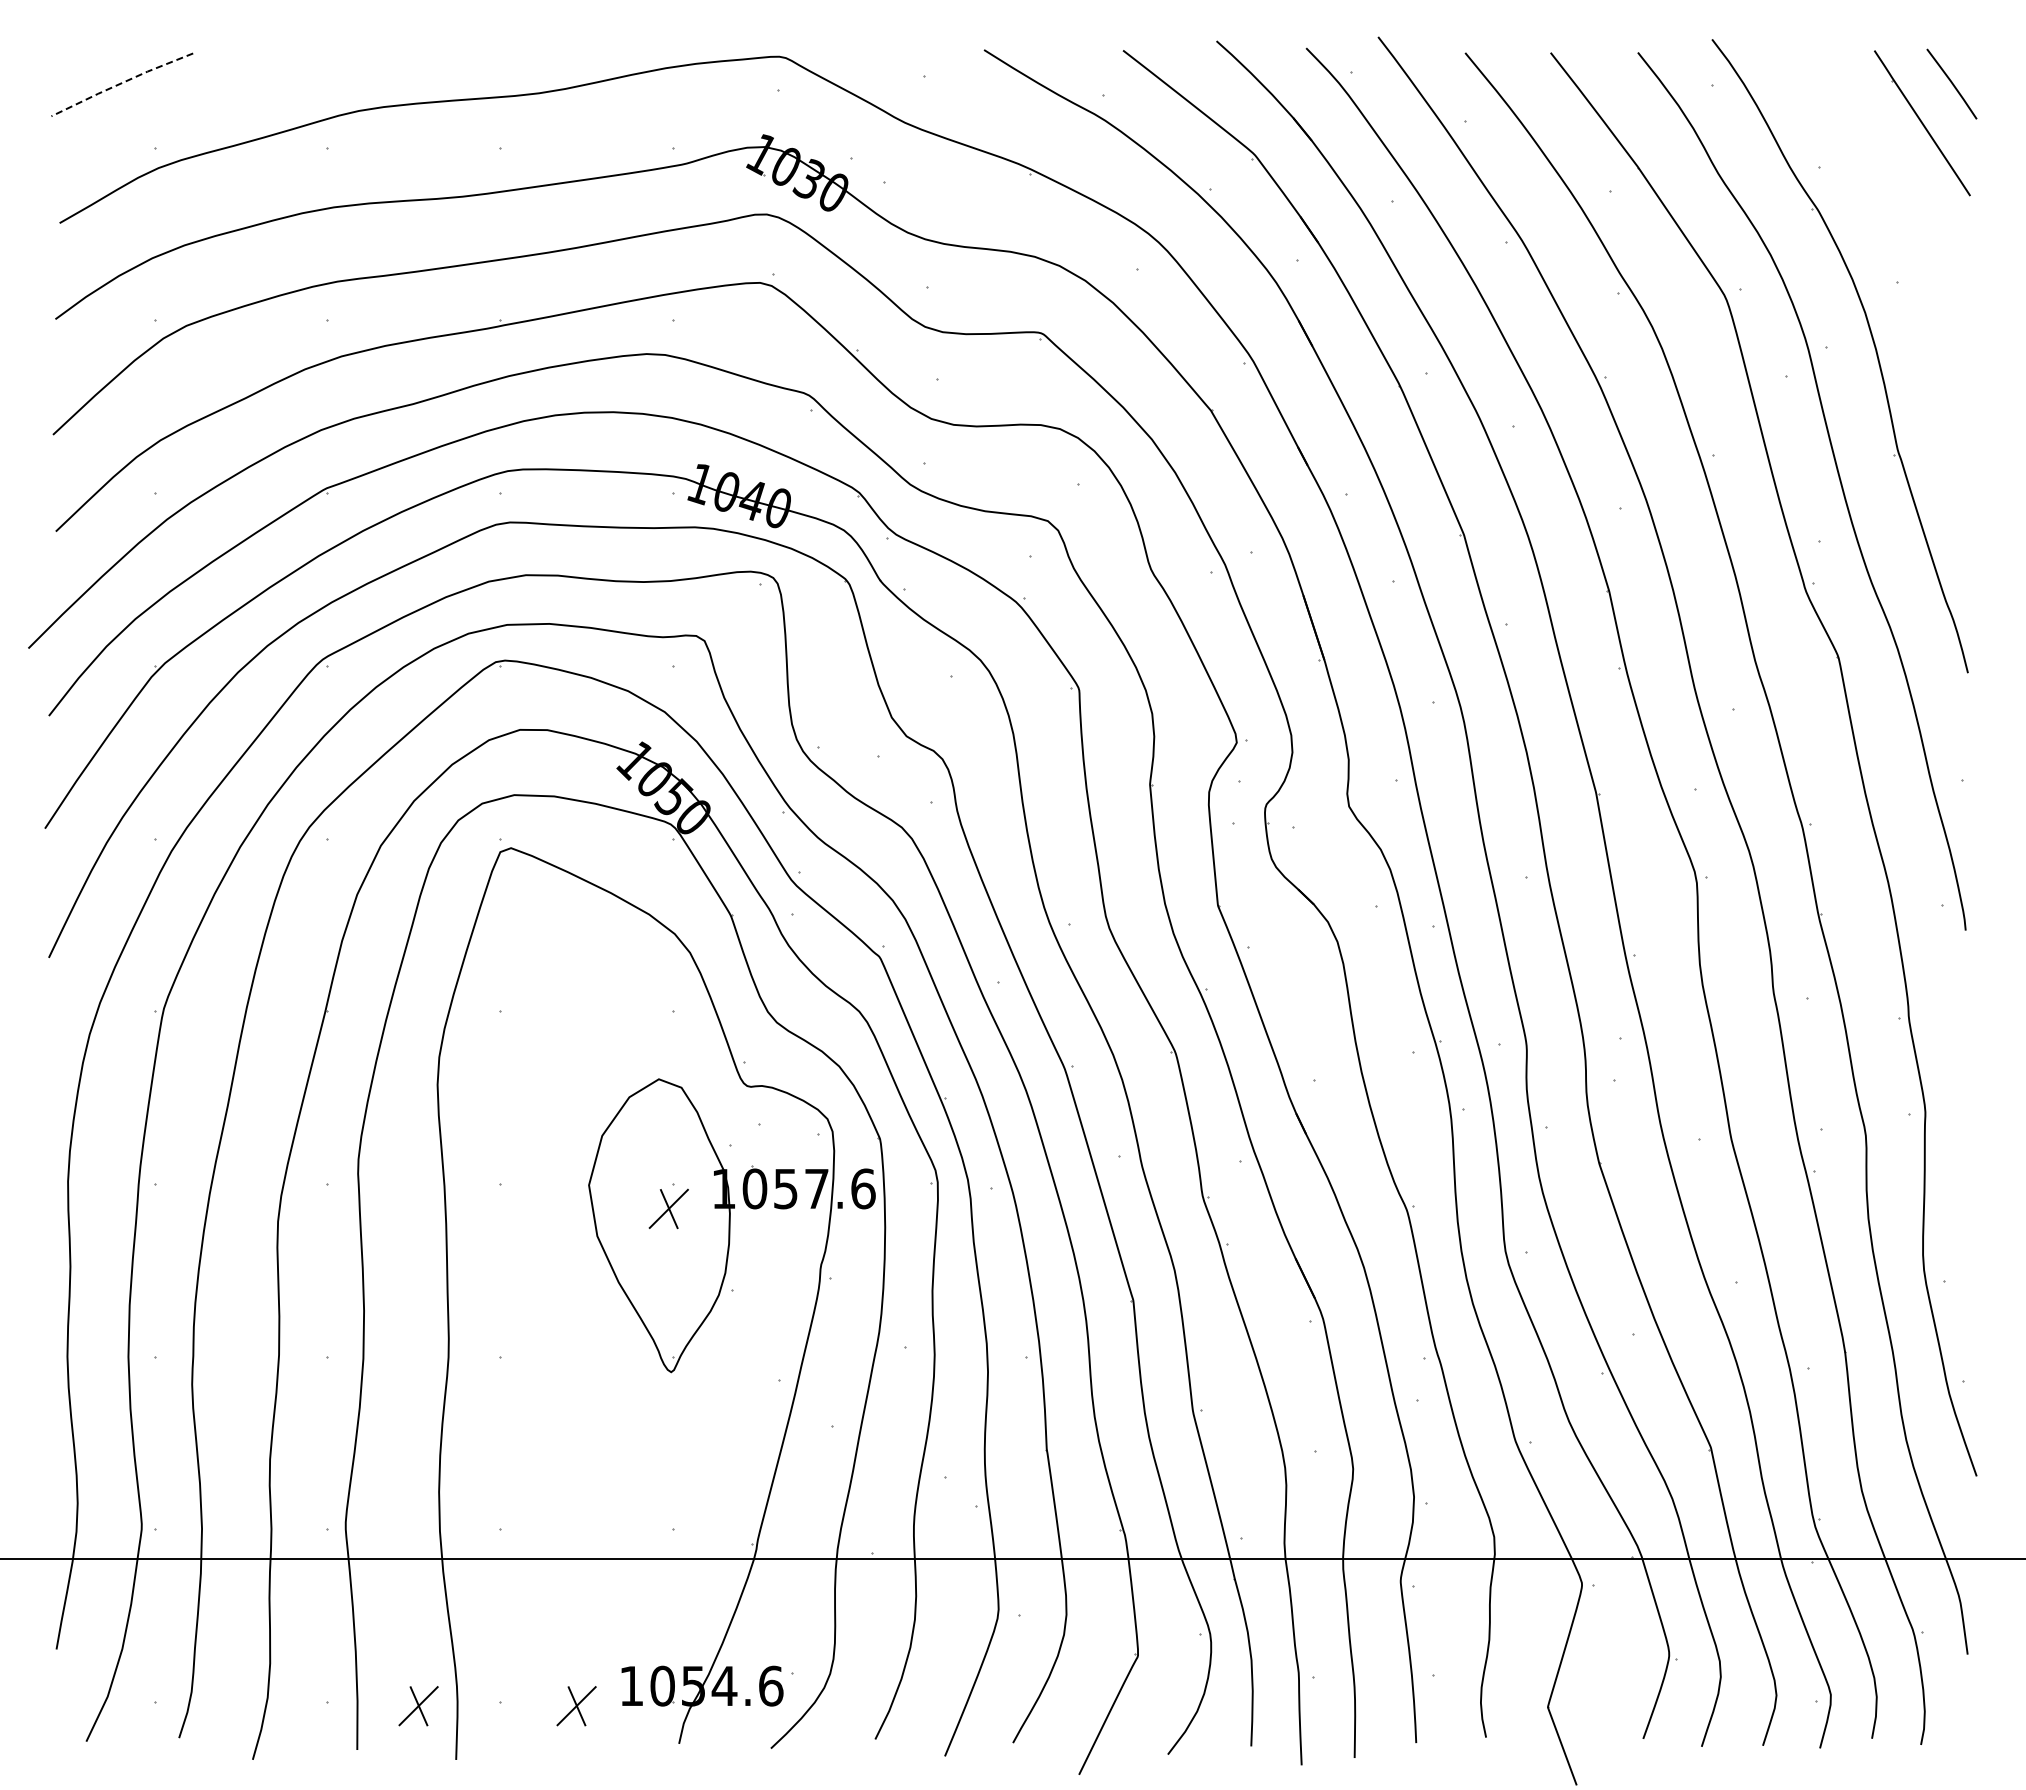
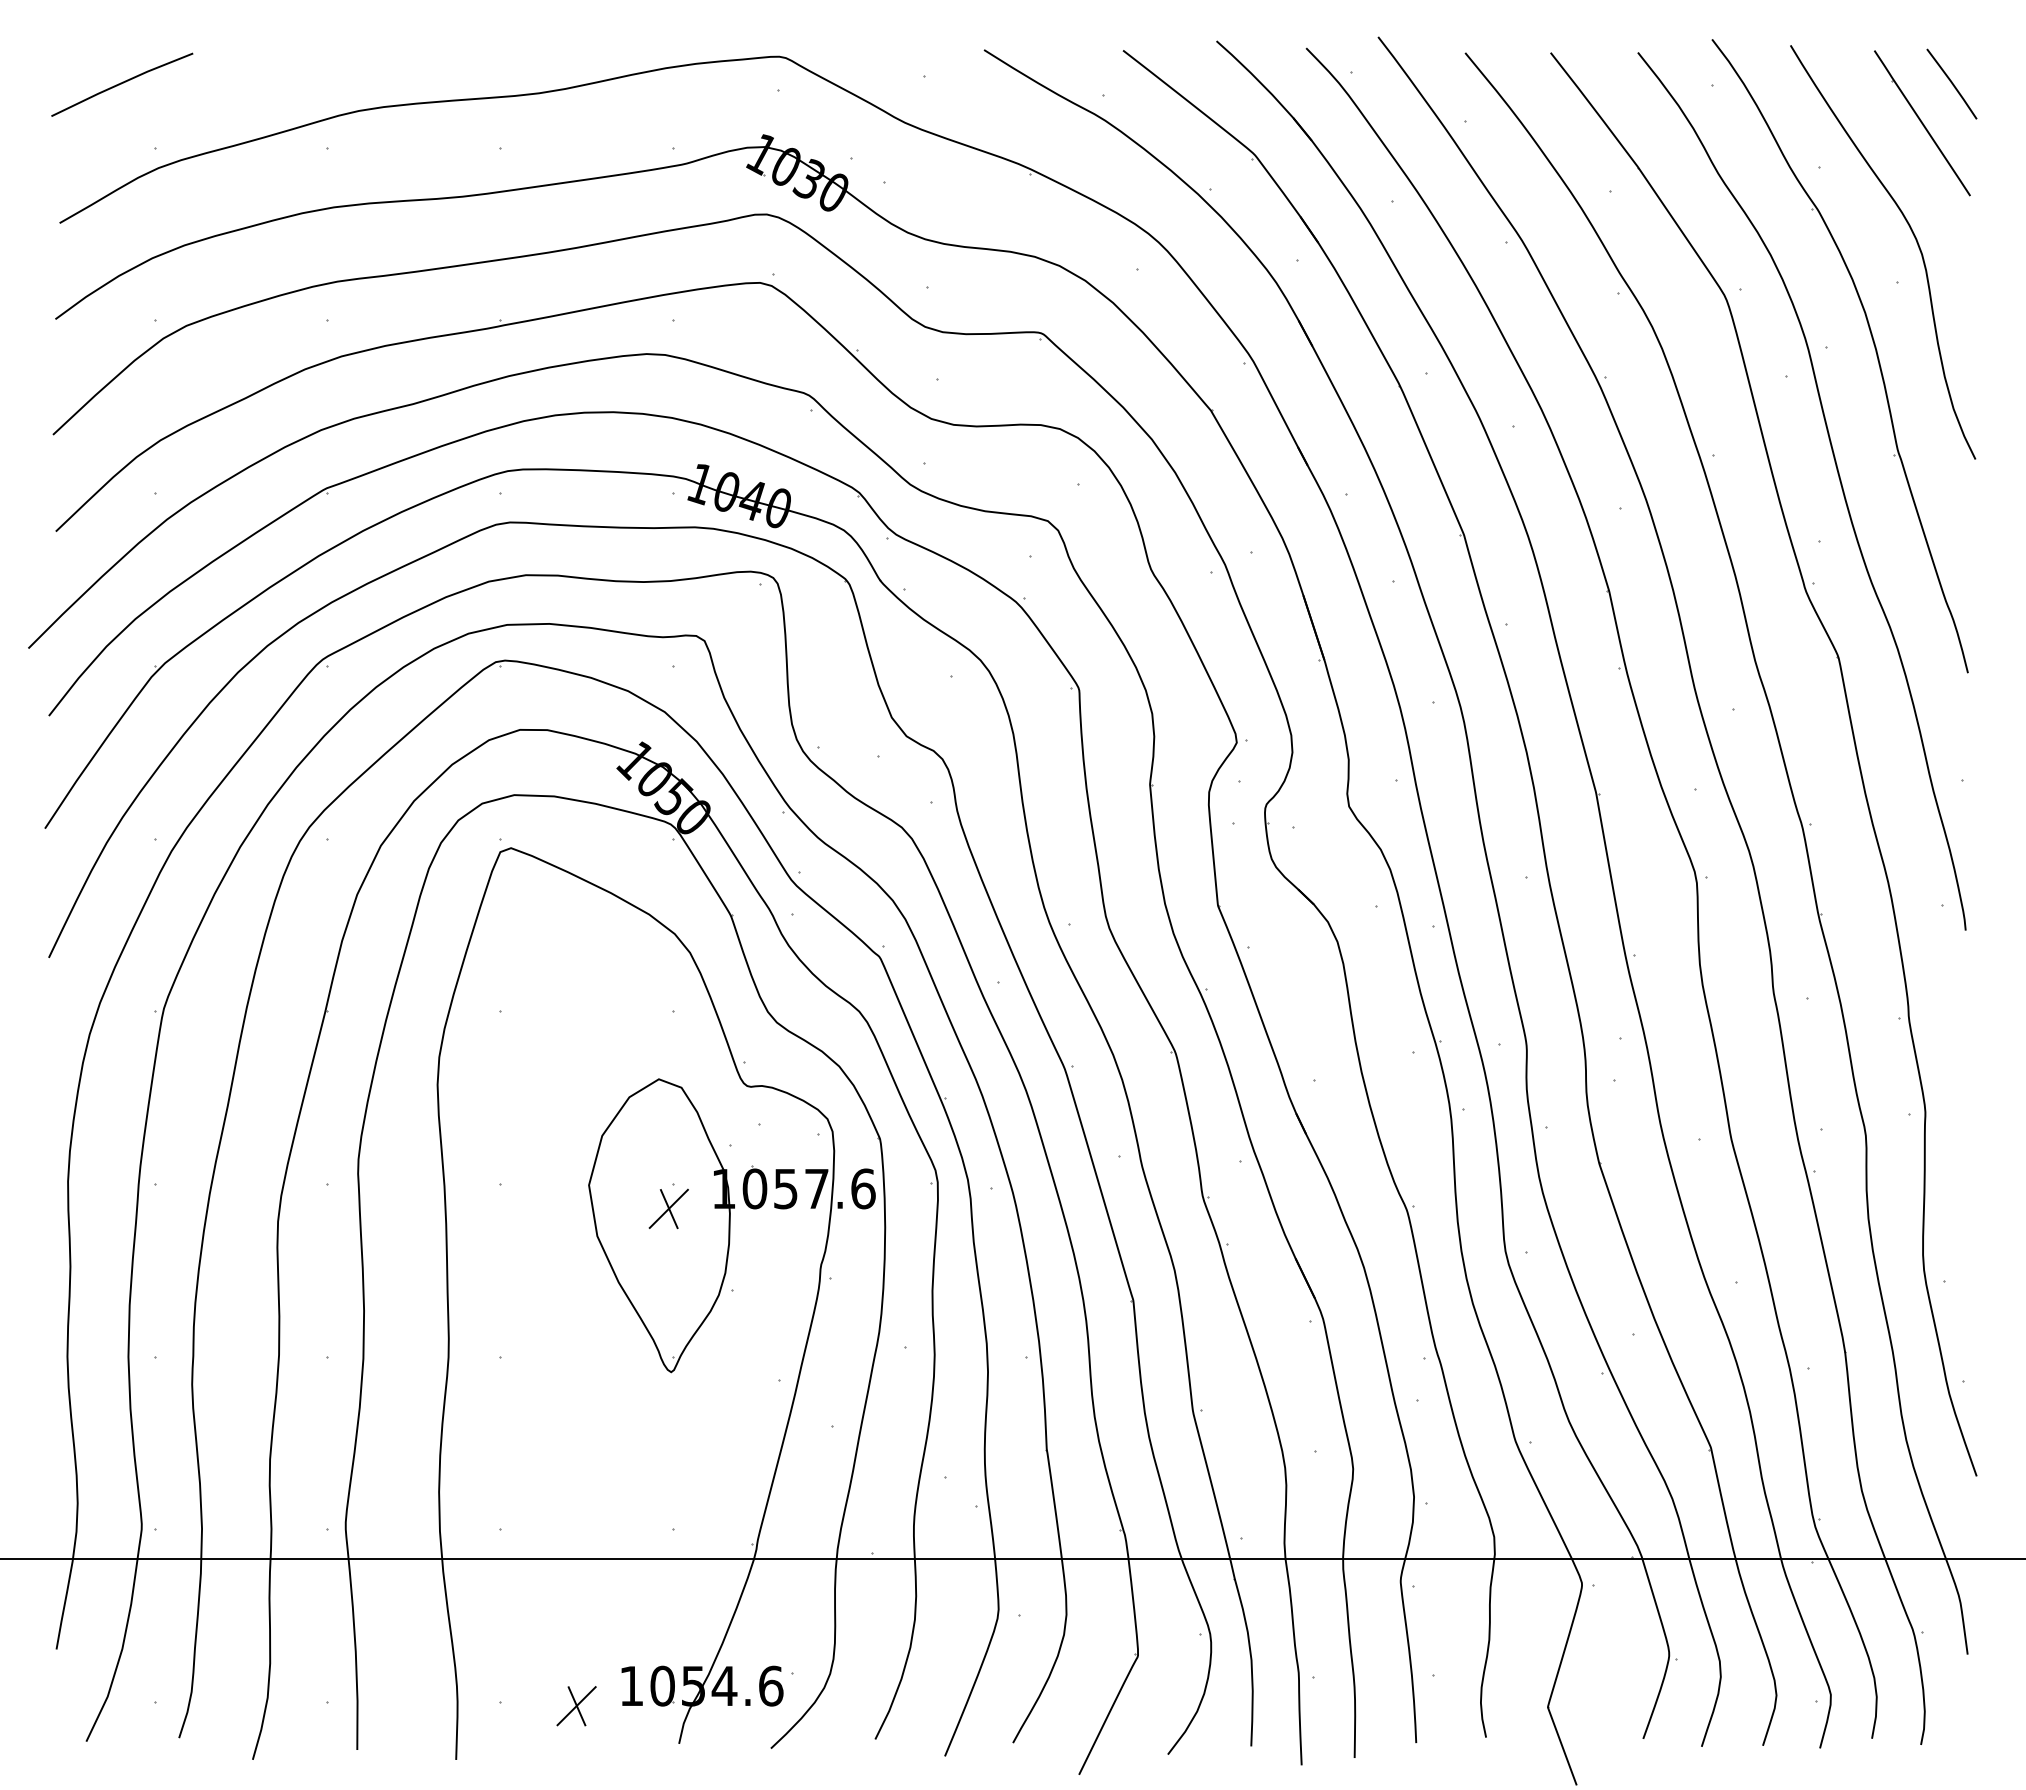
line at (121, 83): dashed -> solid
curve at (1913, 236): none -> present
part at (418, 1706): present -> none
